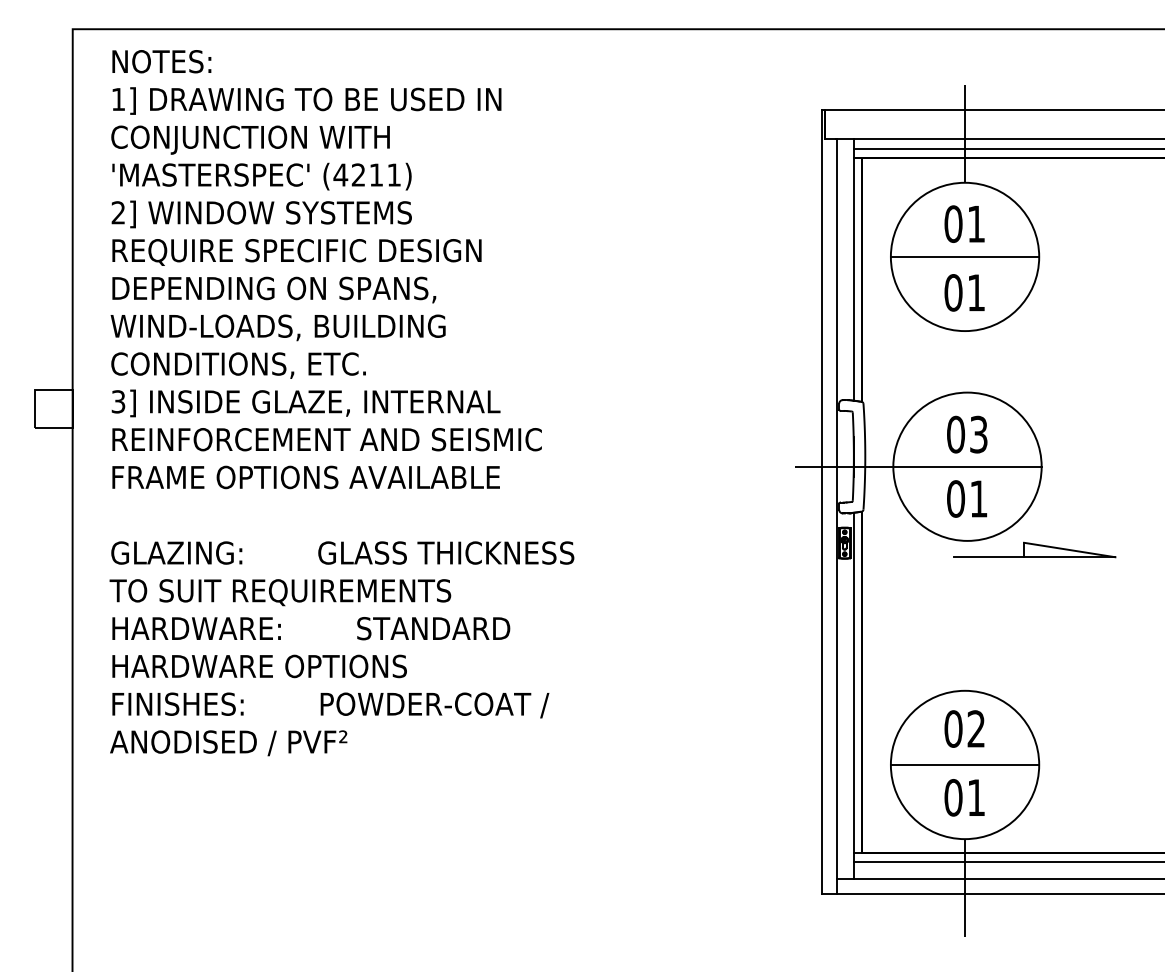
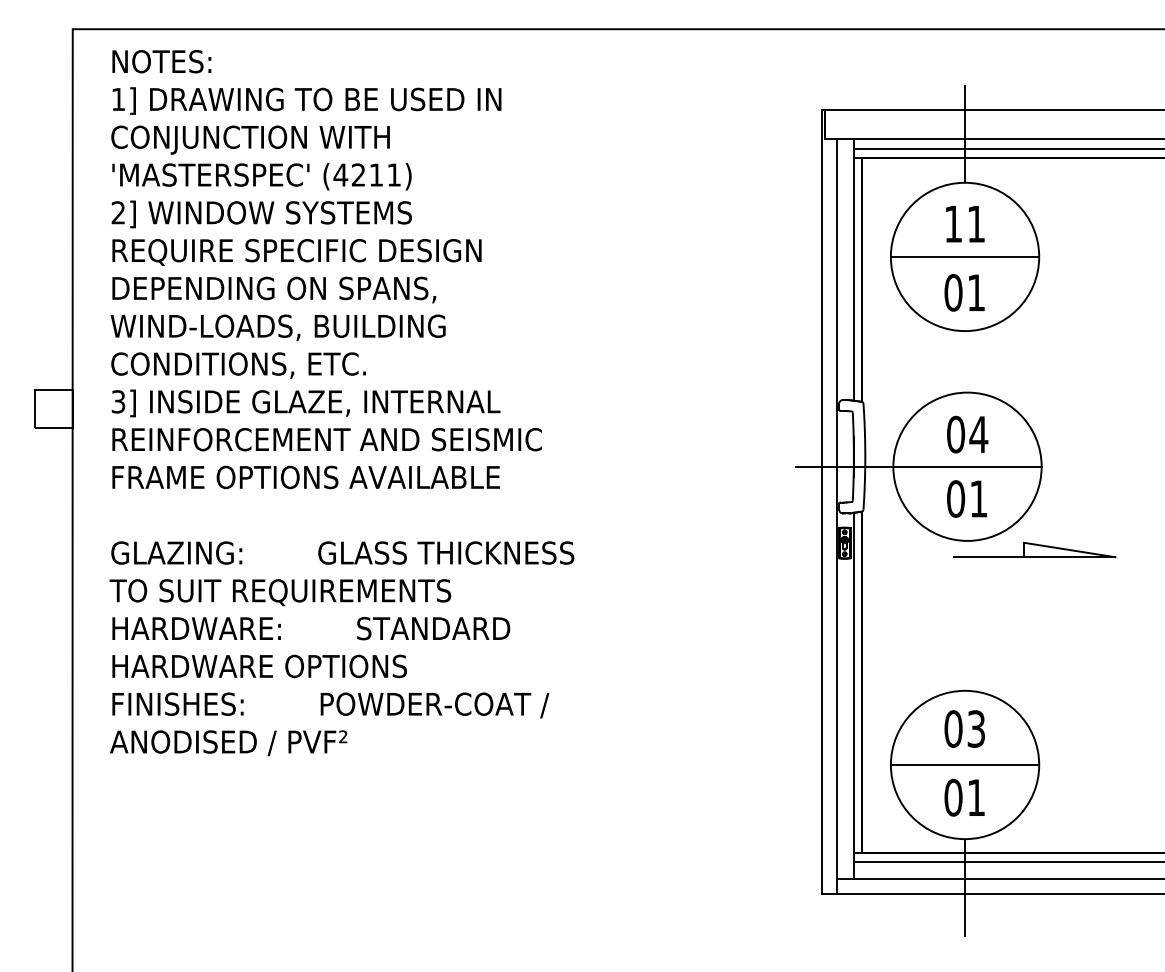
text at (953, 223): 01 -> 11
text at (978, 434): 03 -> 04
text at (975, 728): 02 -> 03
